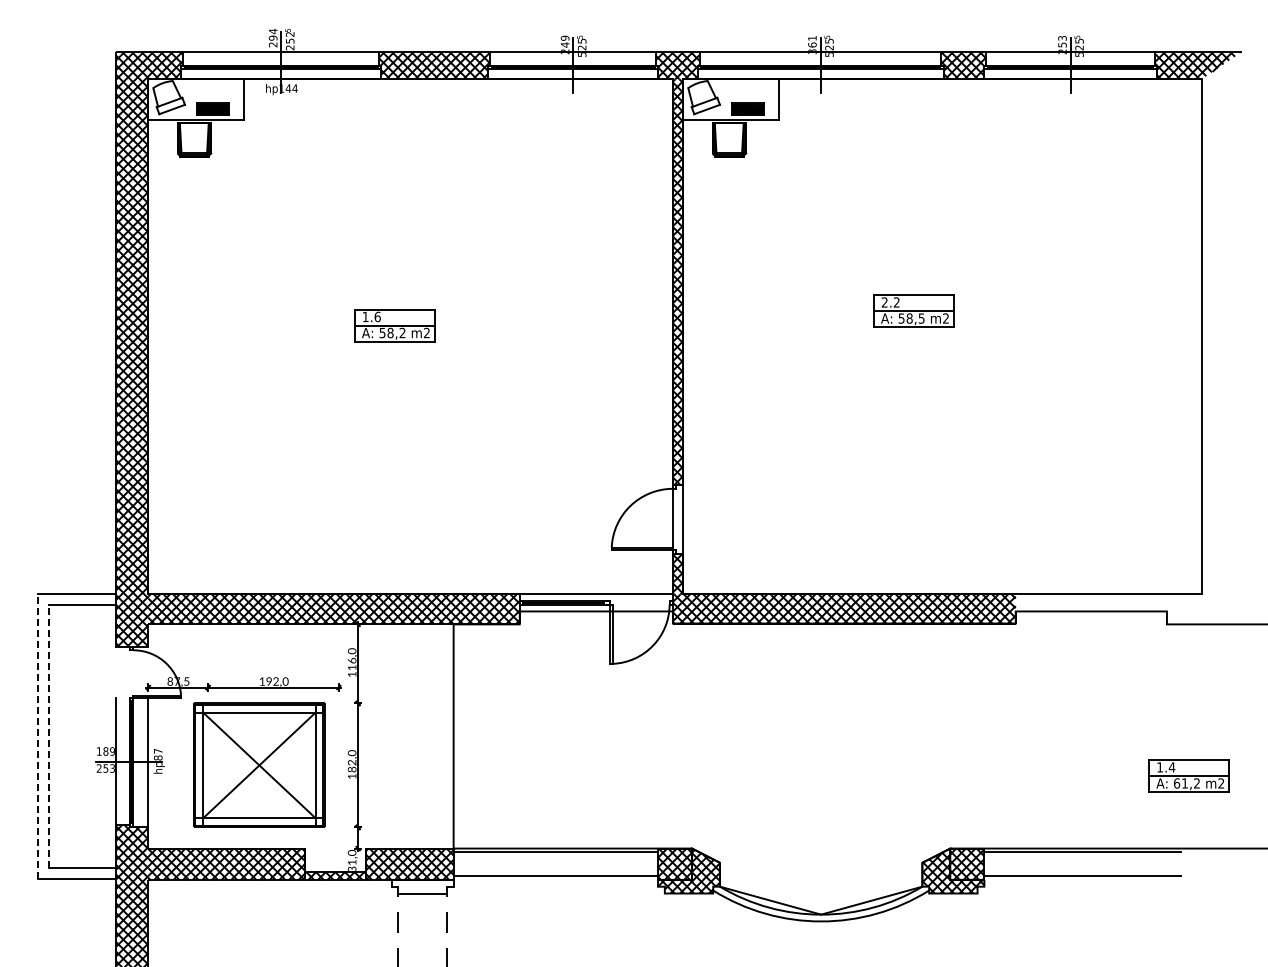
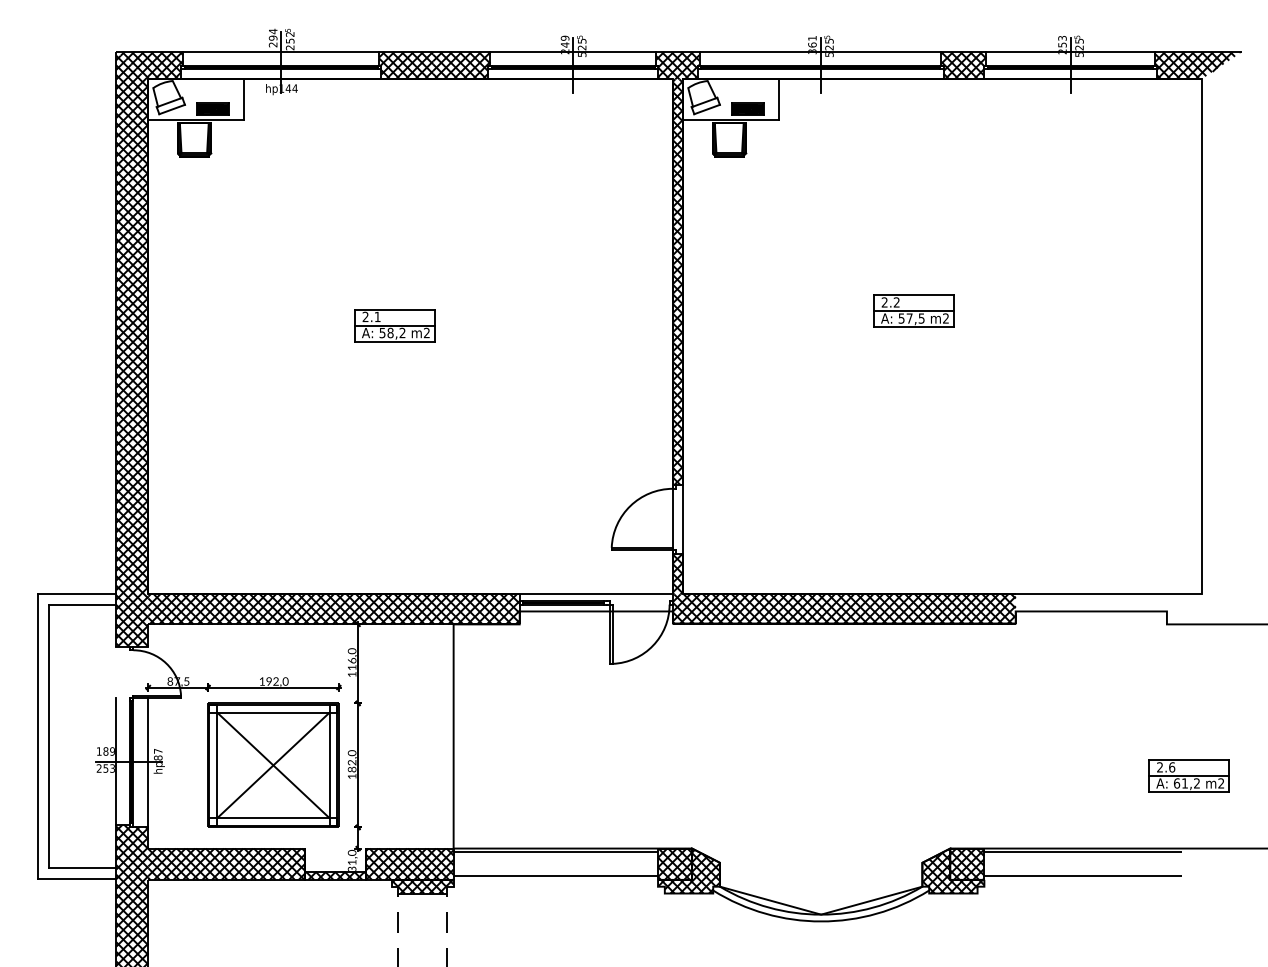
text at (371, 316): 1.6 -> 2.1
text at (909, 318): 58,5 -> 57,5
line at (38, 736): dashed -> solid
line at (48, 736): dashed -> solid
part at (259, 764) position: (259, 764) -> (273, 764)
text at (1166, 767): 1.4 -> 2.6
hatch at (422, 886): none -> present
